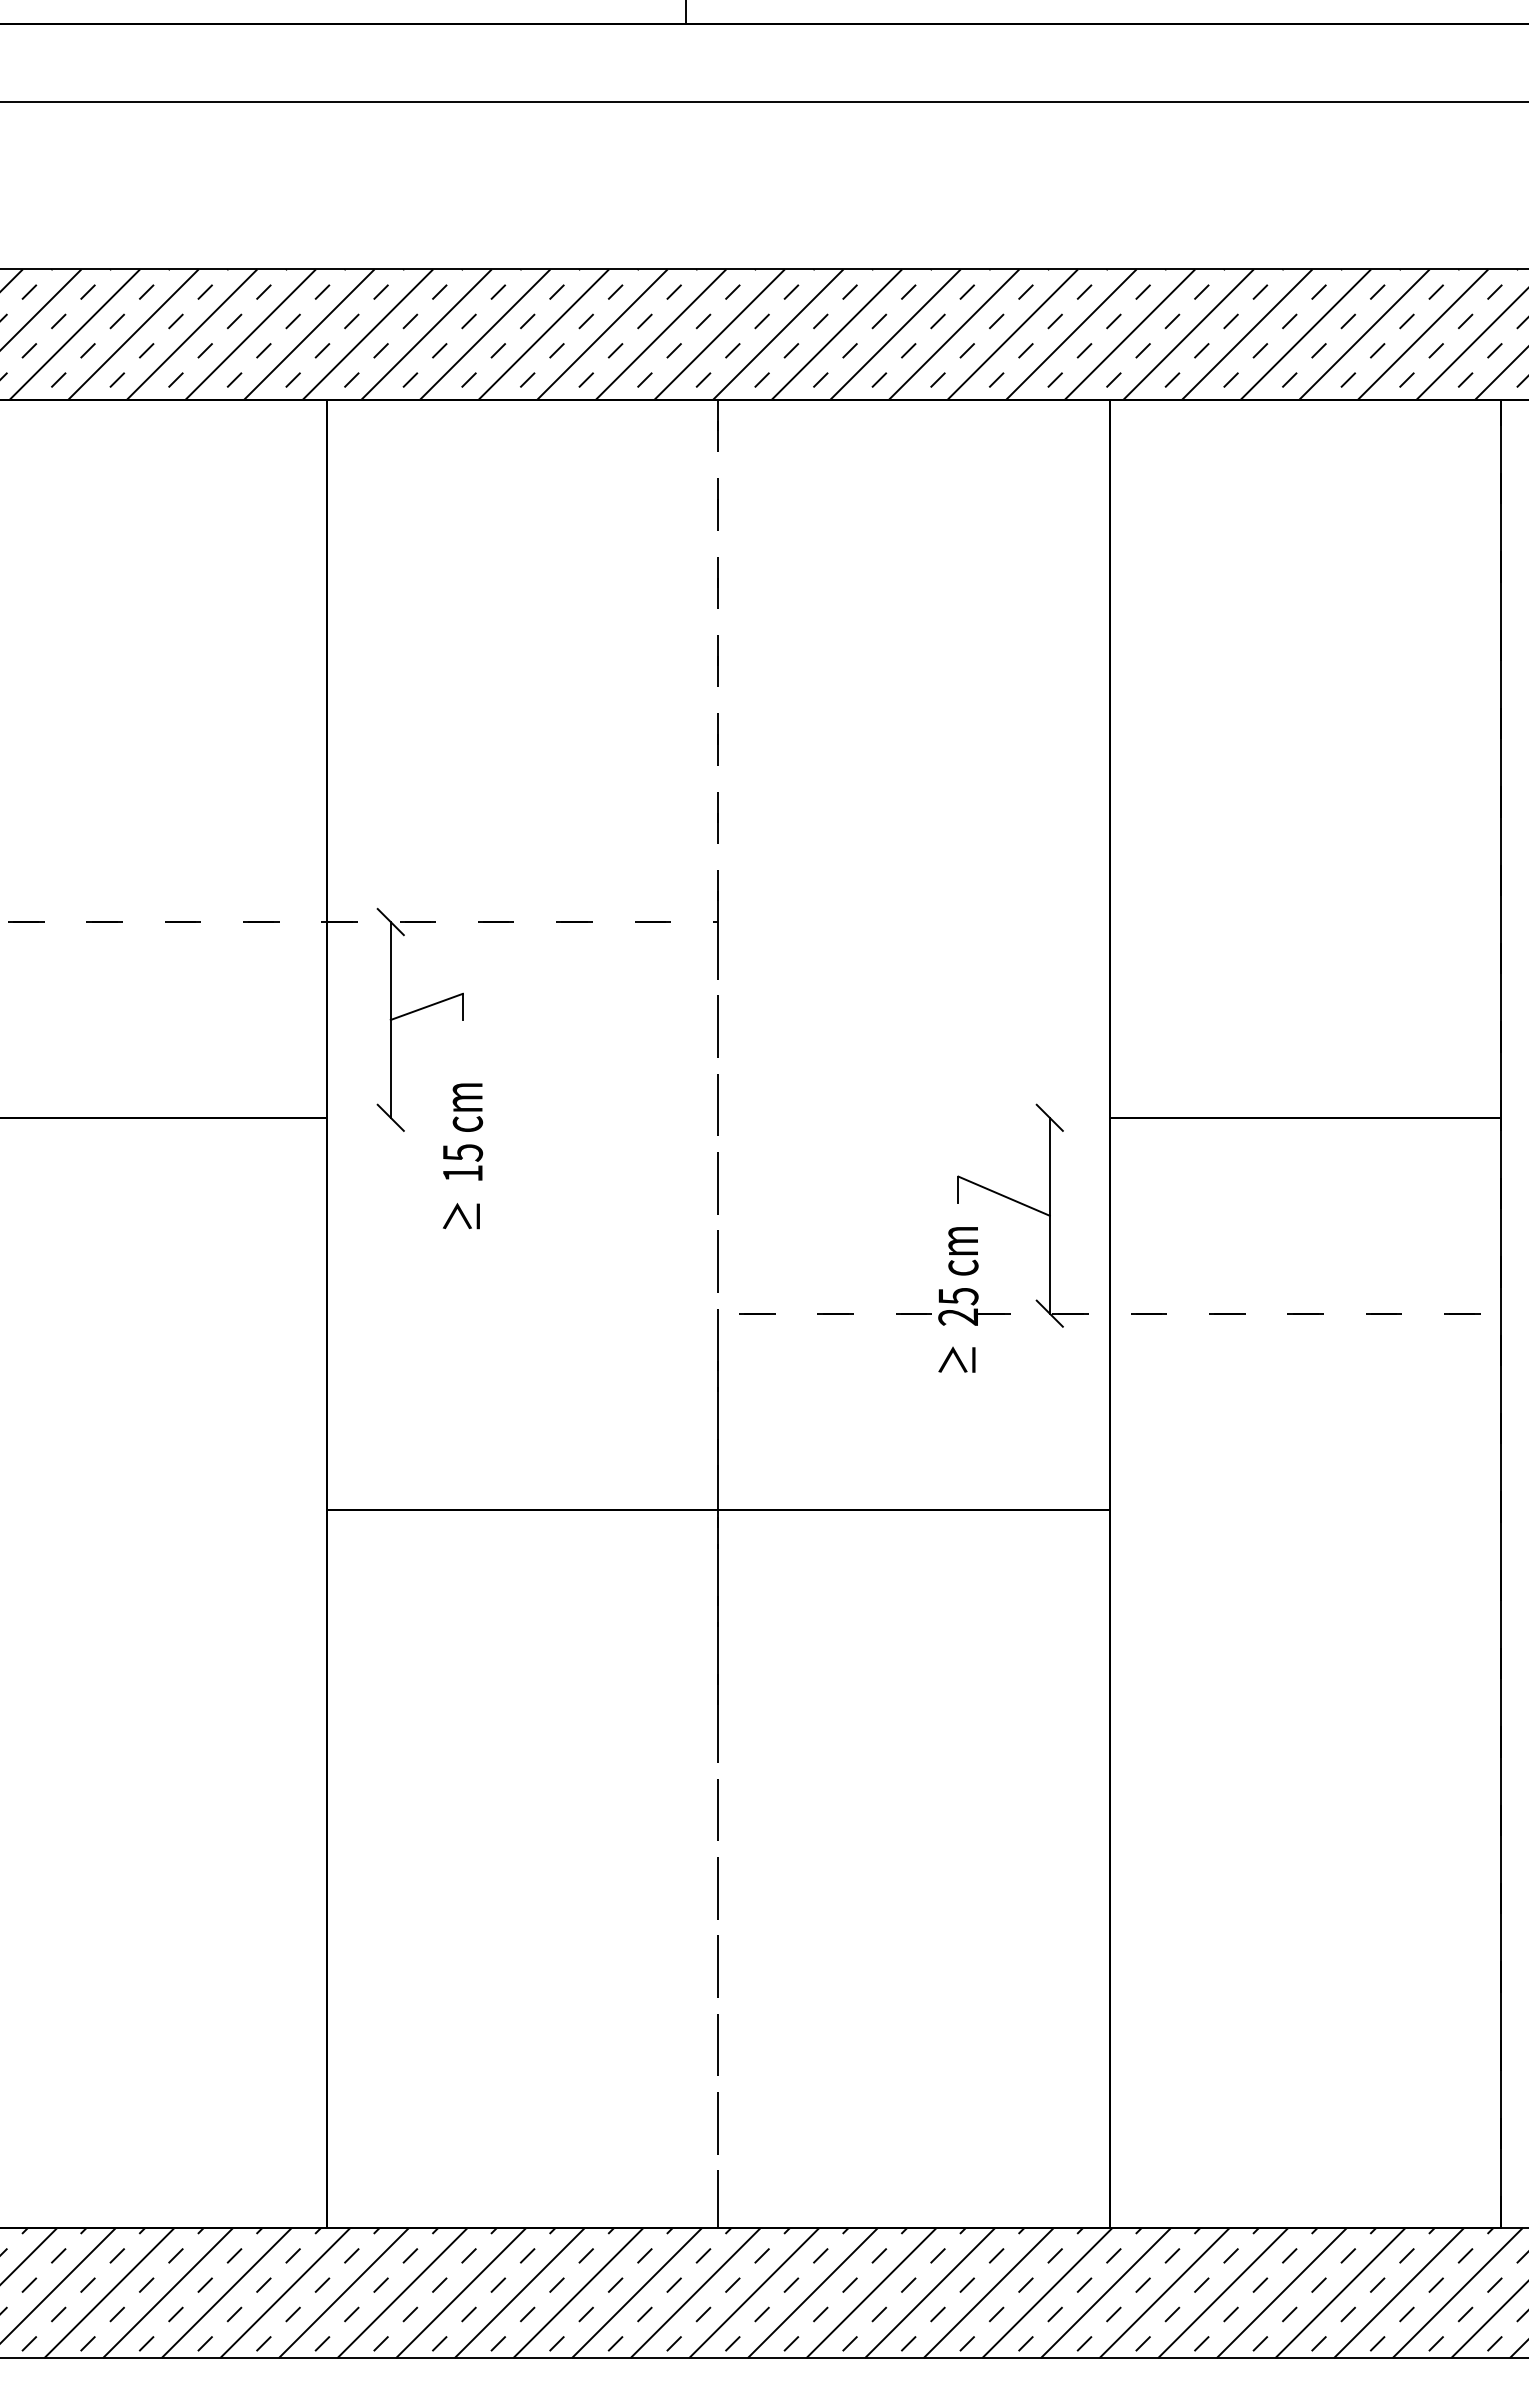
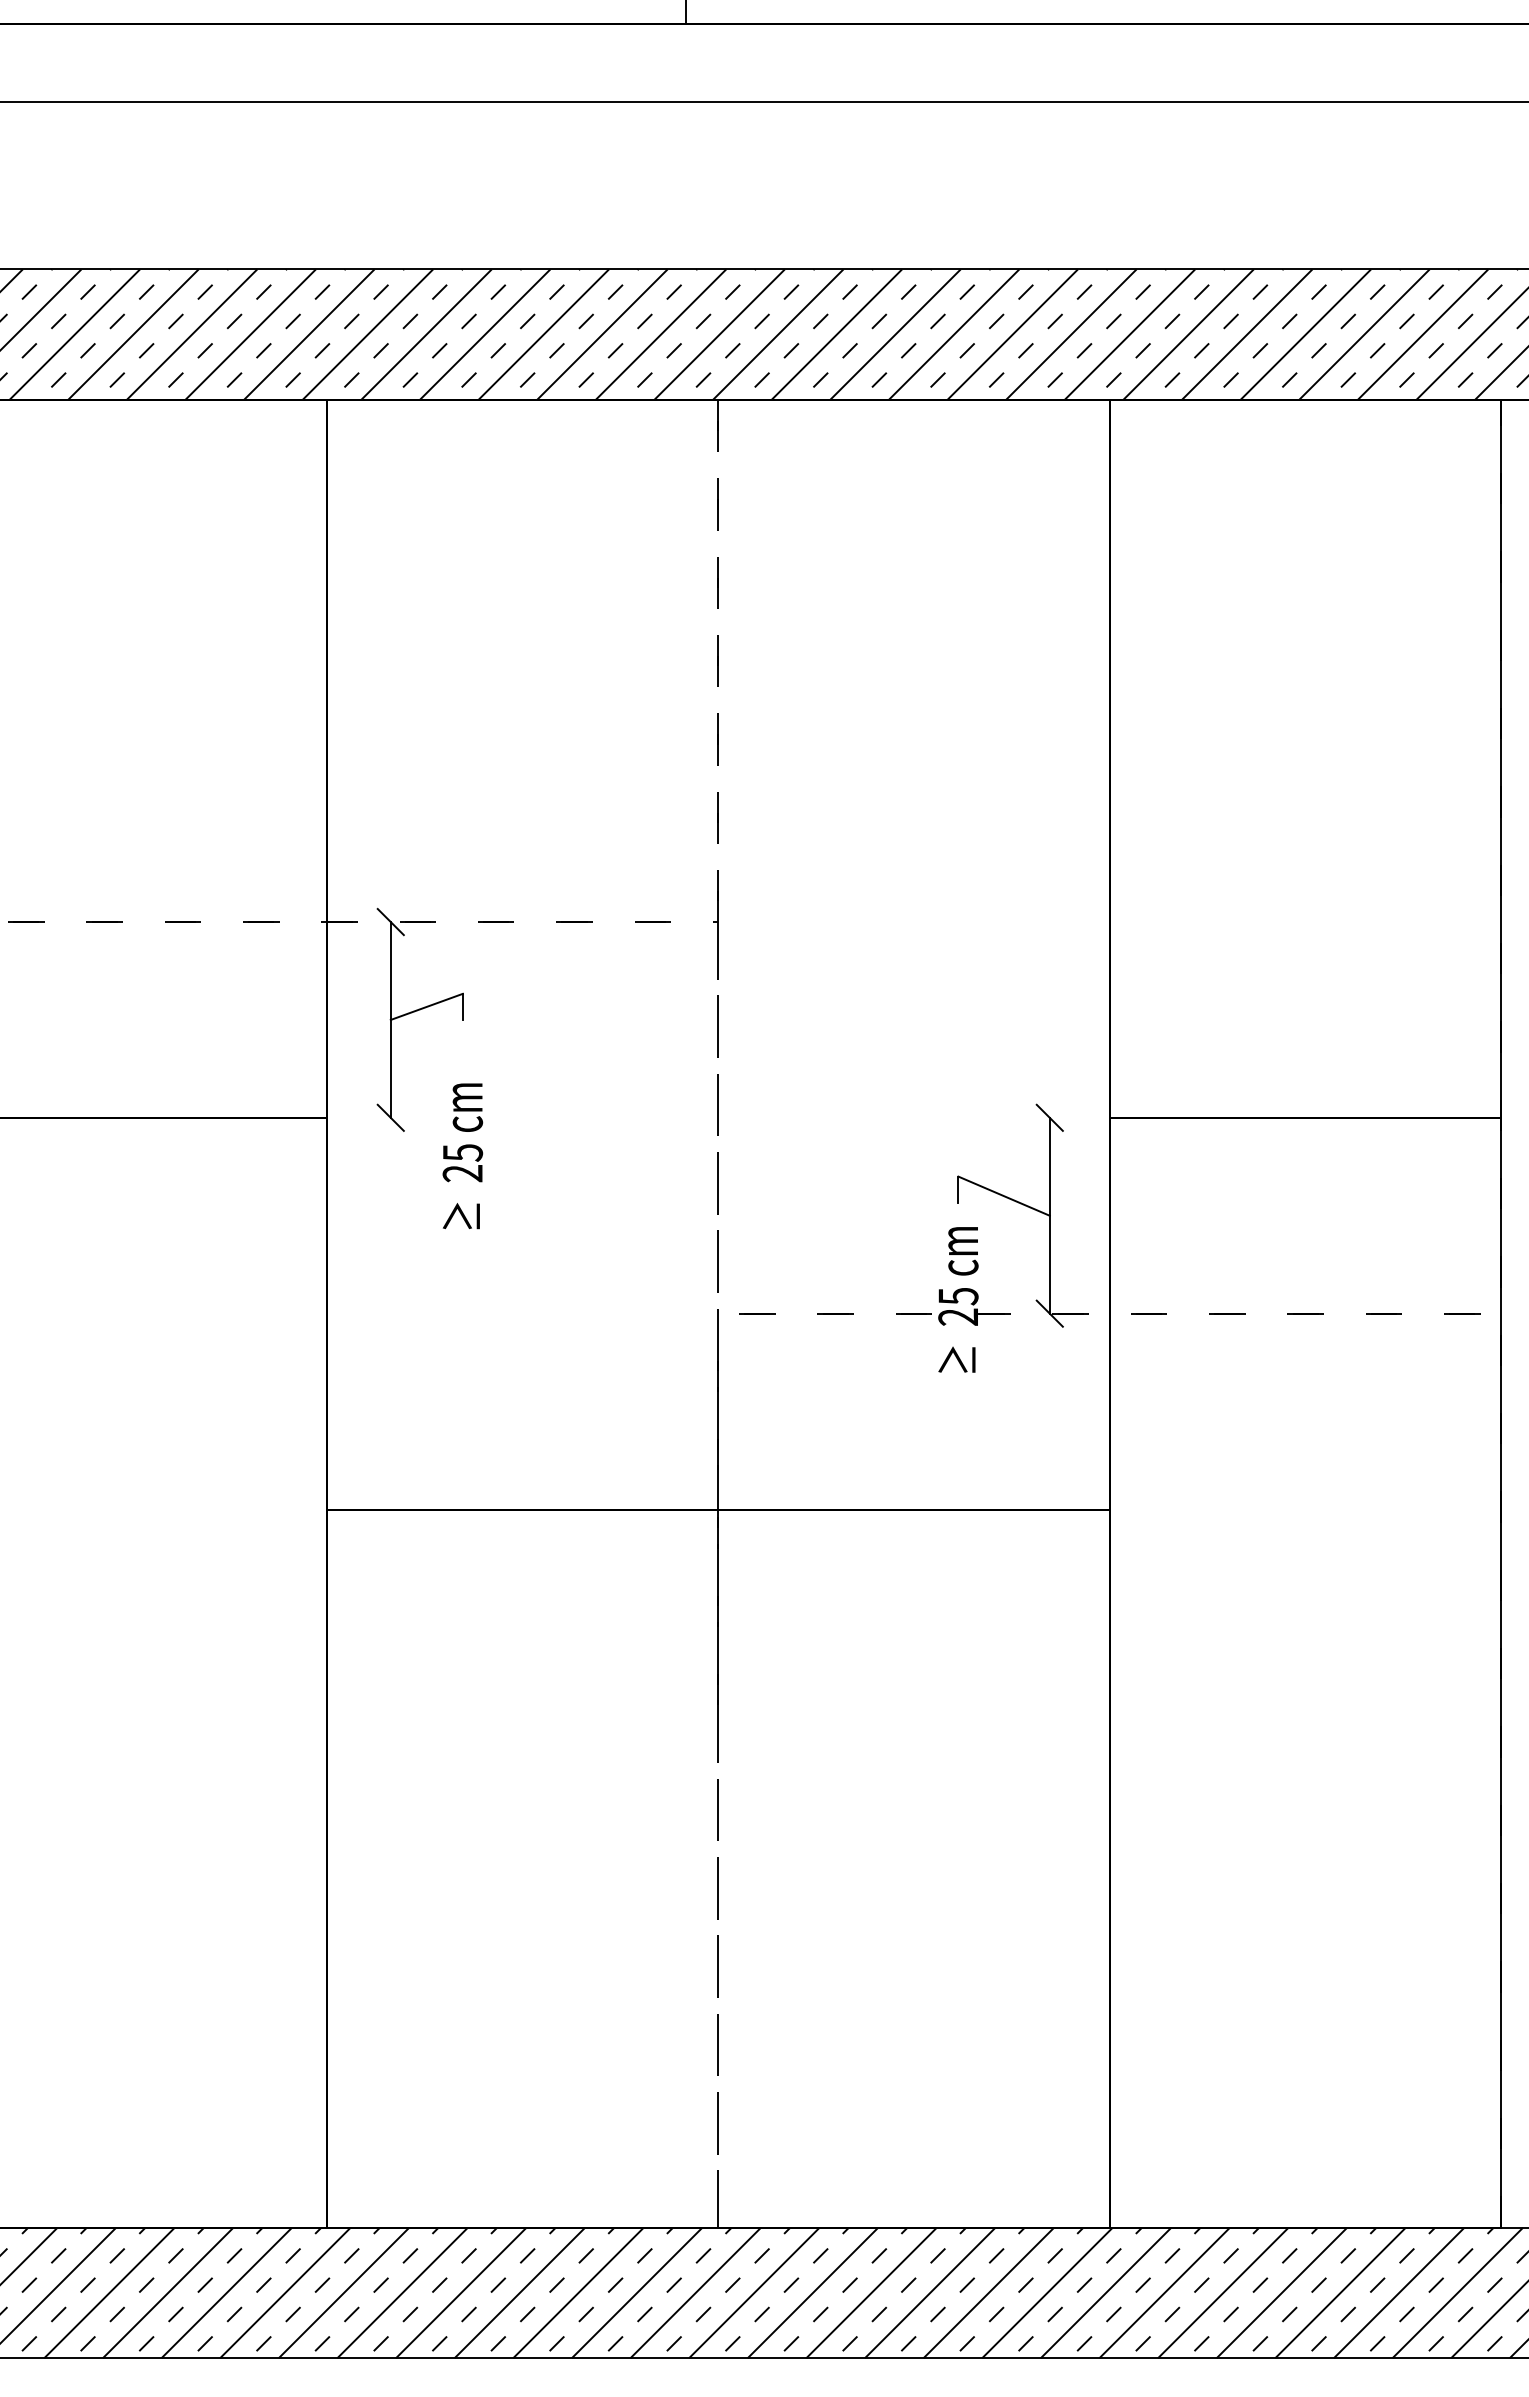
text at (462, 1173): 15 -> 25
